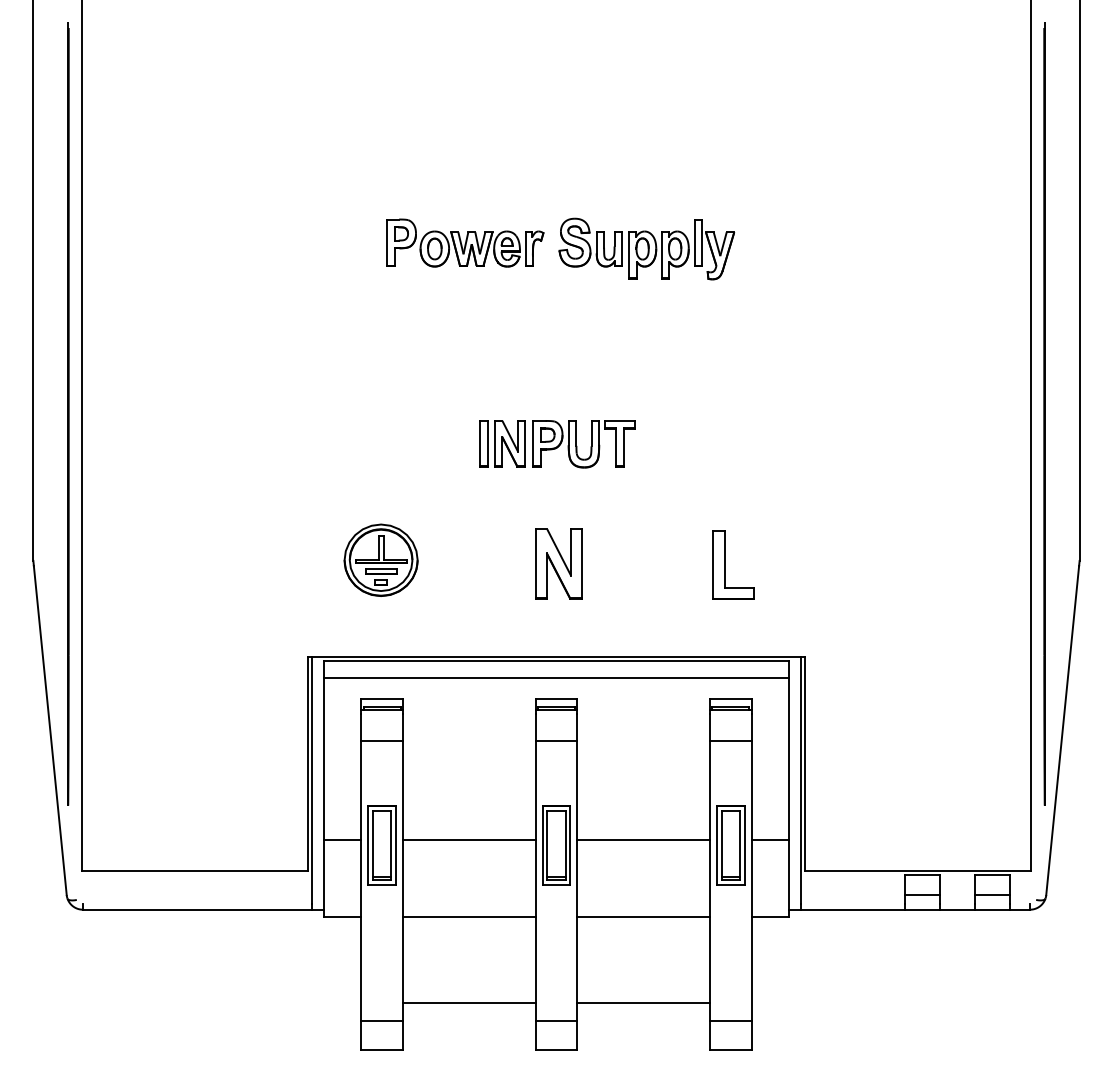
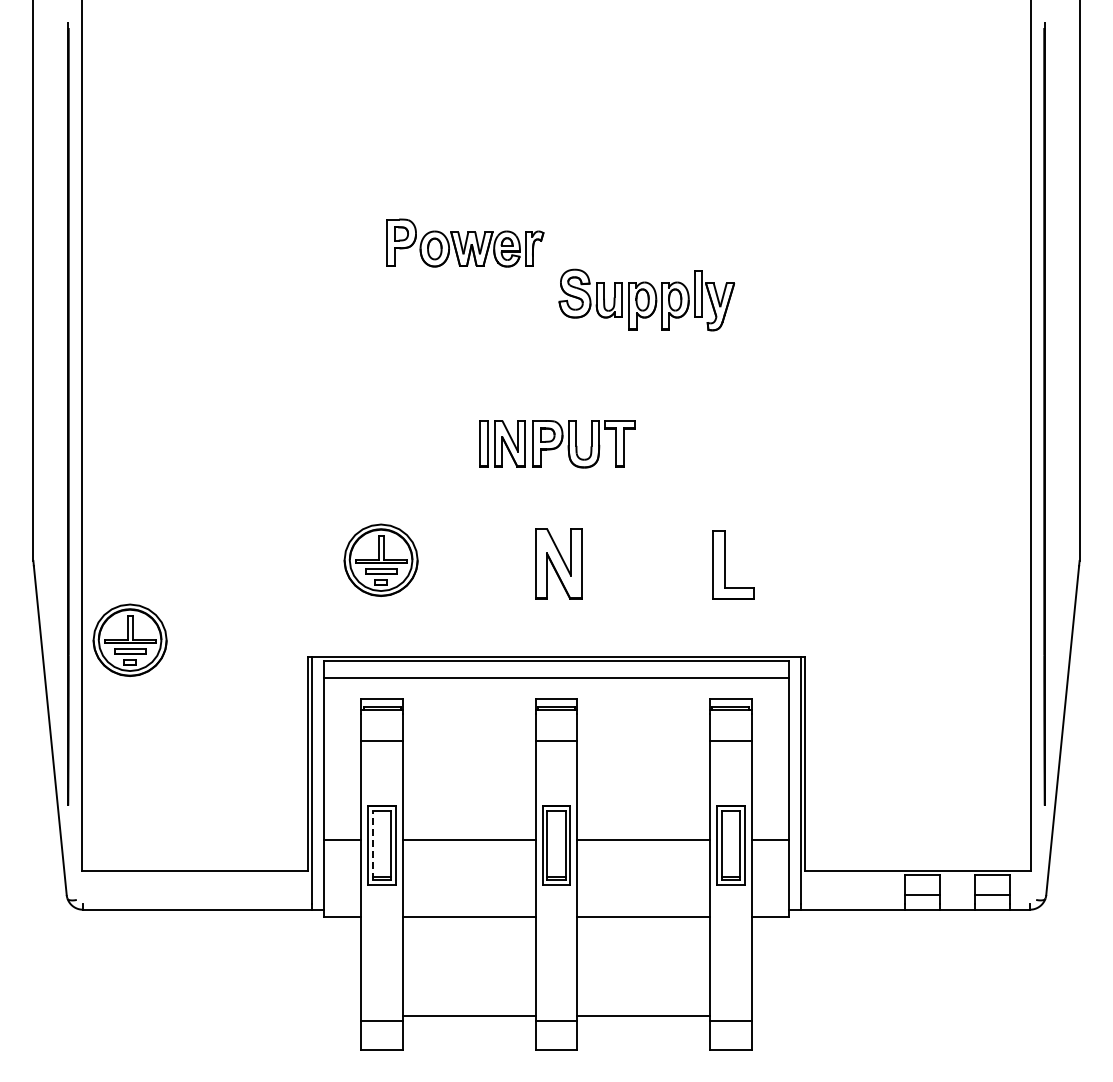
part at (646, 248) position: (646, 248) -> (646, 299)
part at (129, 639): none -> present
line at (372, 845): solid -> dashed
line at (469, 1002) position: (469, 1002) -> (469, 1015)
line at (643, 1002) position: (643, 1002) -> (643, 1015)
